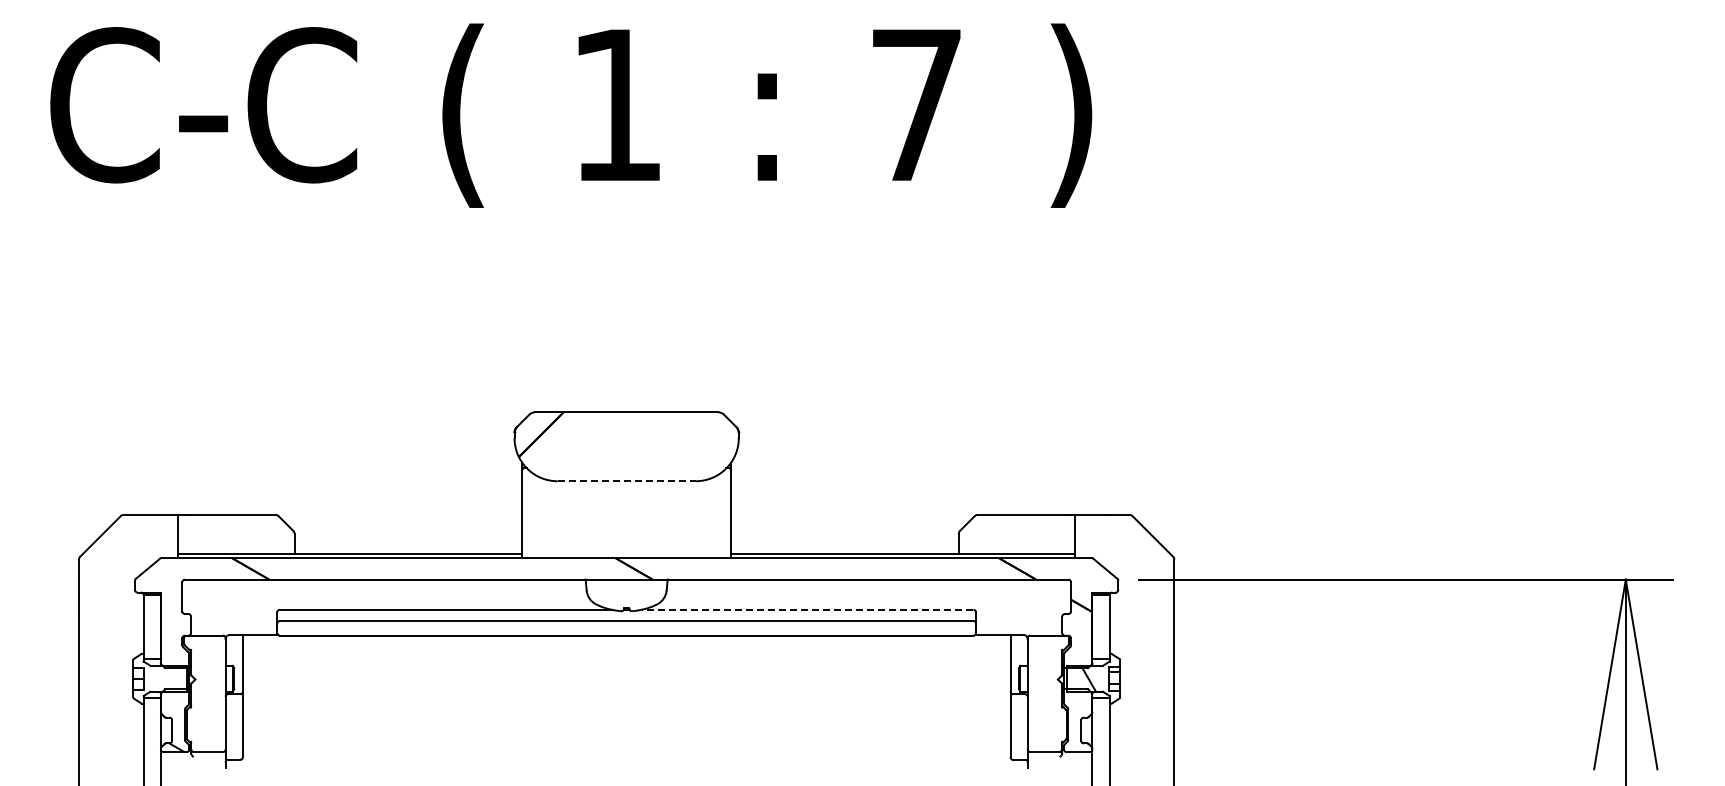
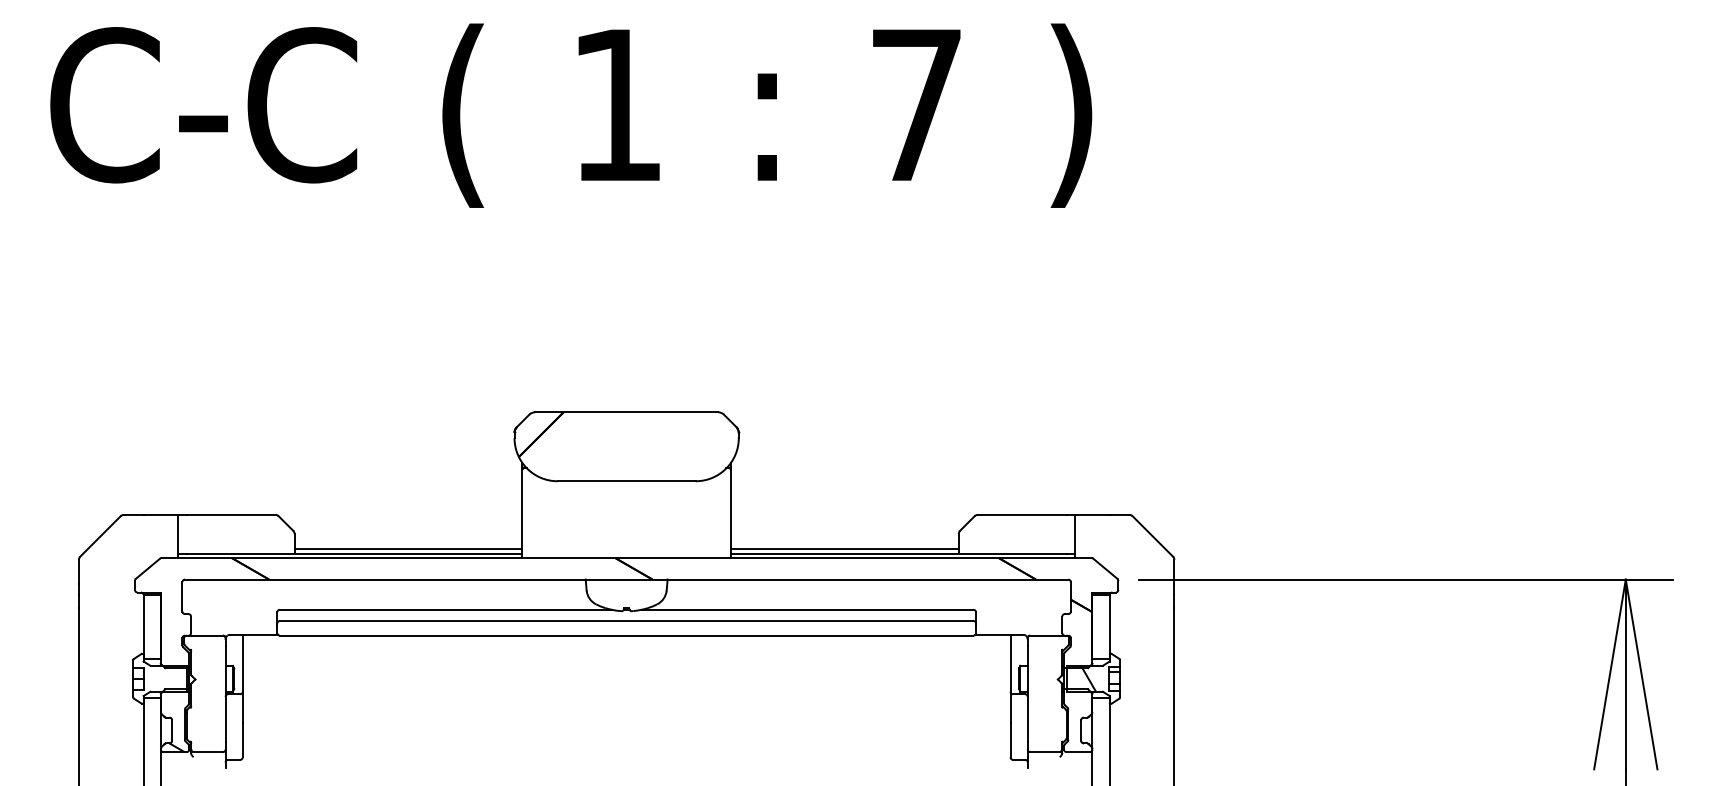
line at (627, 481): dashed -> solid
line at (408, 549): none -> present
line at (844, 549): none -> present
line at (807, 609): dashed -> solid
